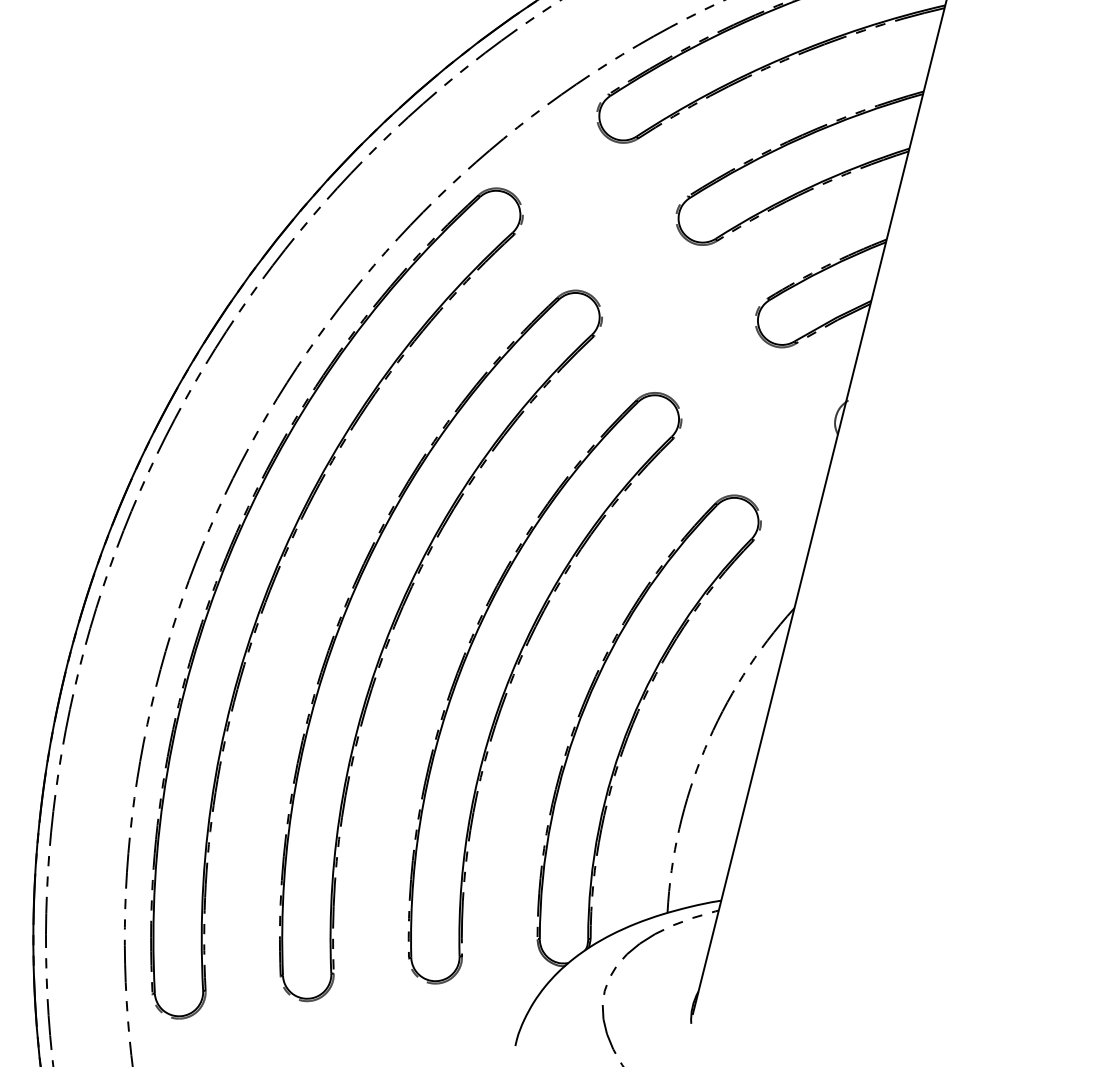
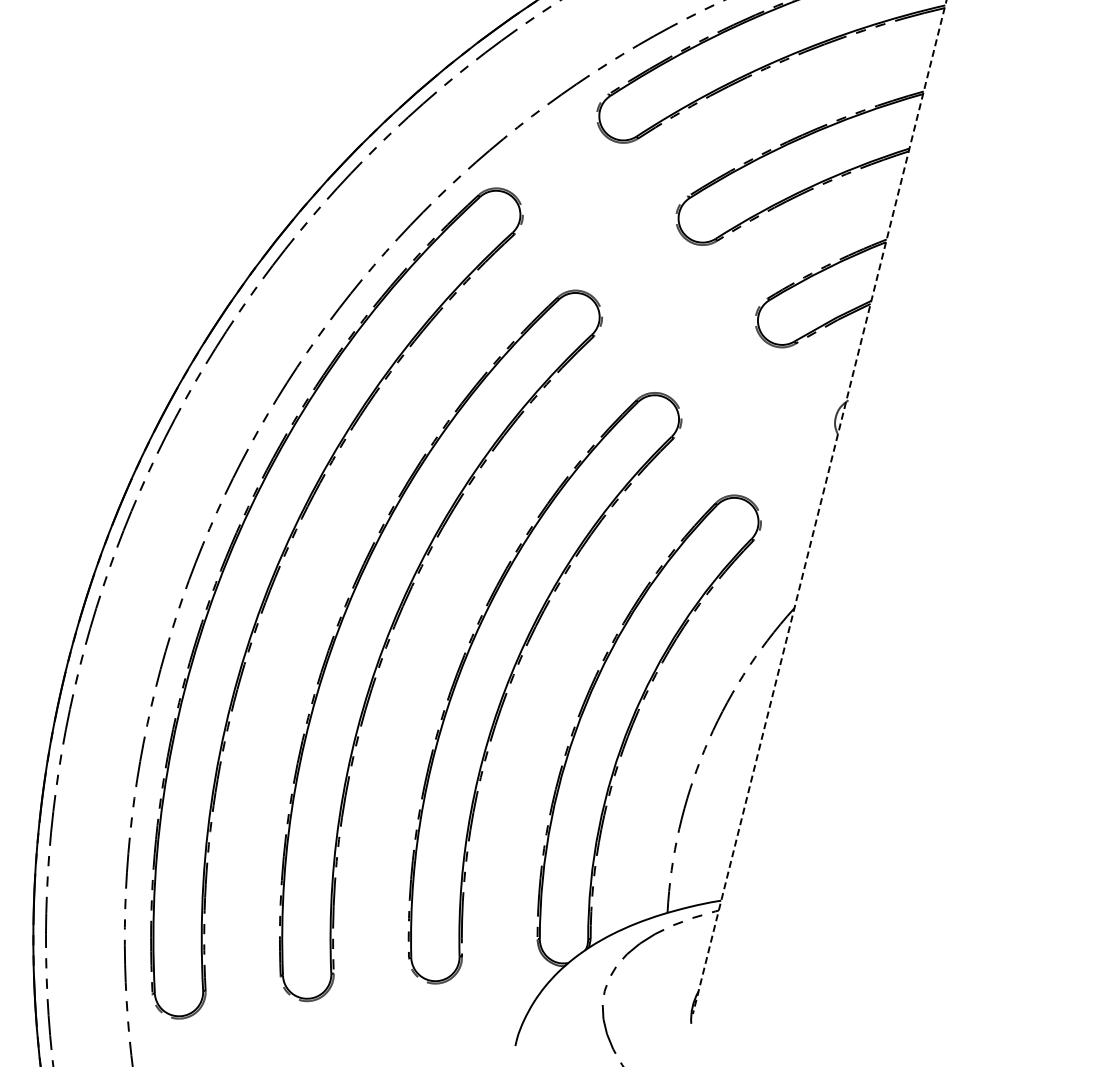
line at (819, 507): solid -> dashed
